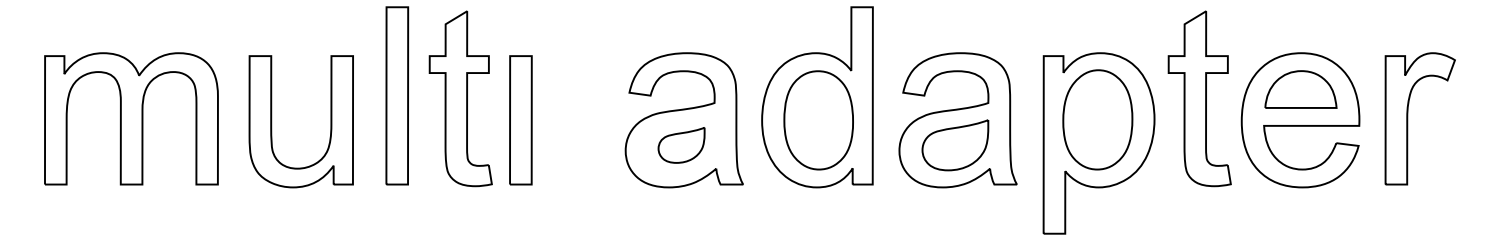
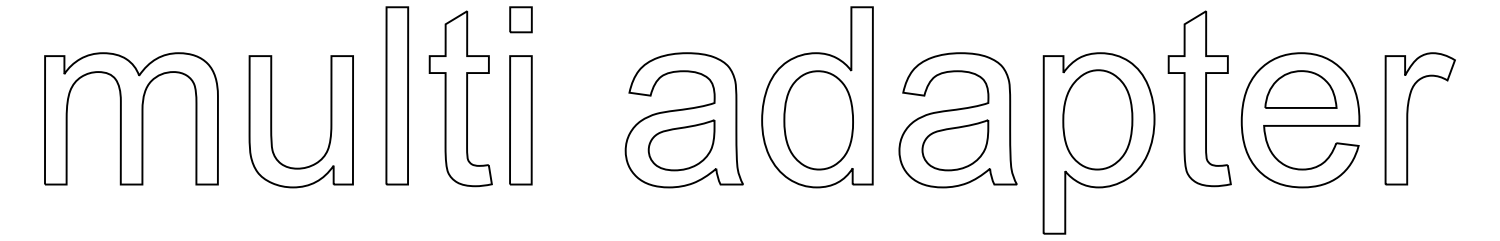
part at (520, 19): none -> present
part at (681, 145) size: 49x37 px -> 69x53 px
